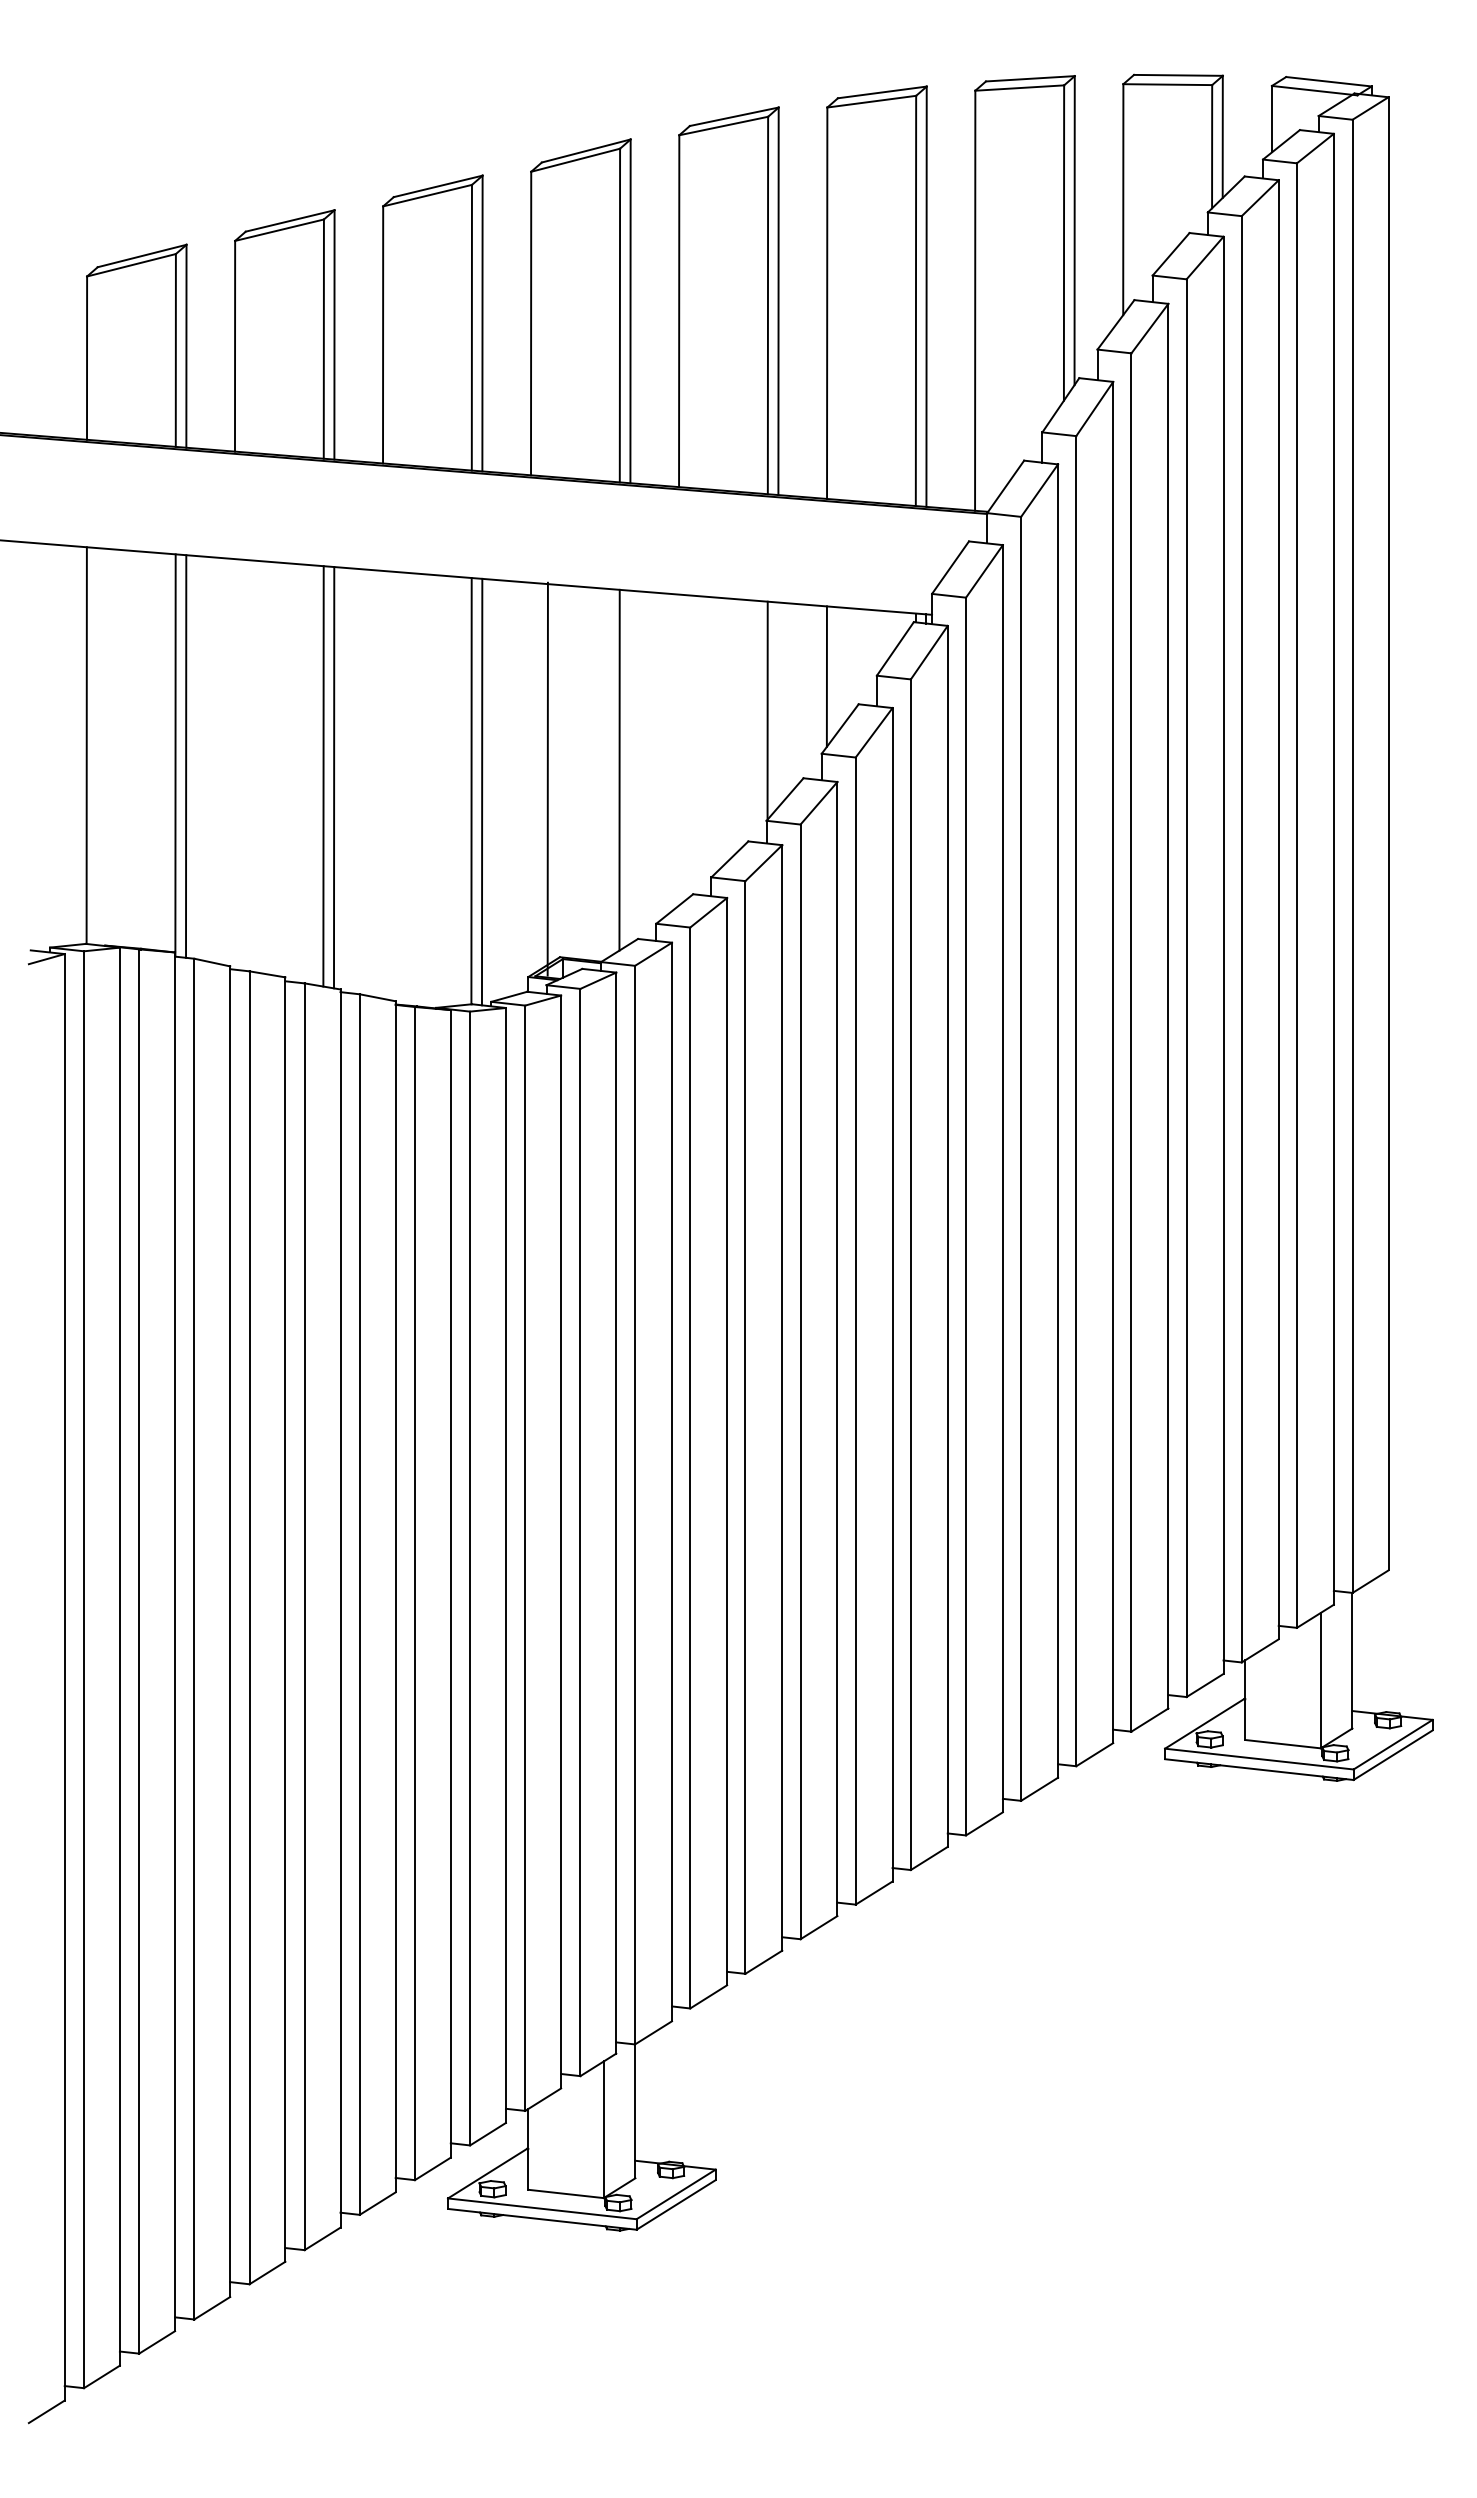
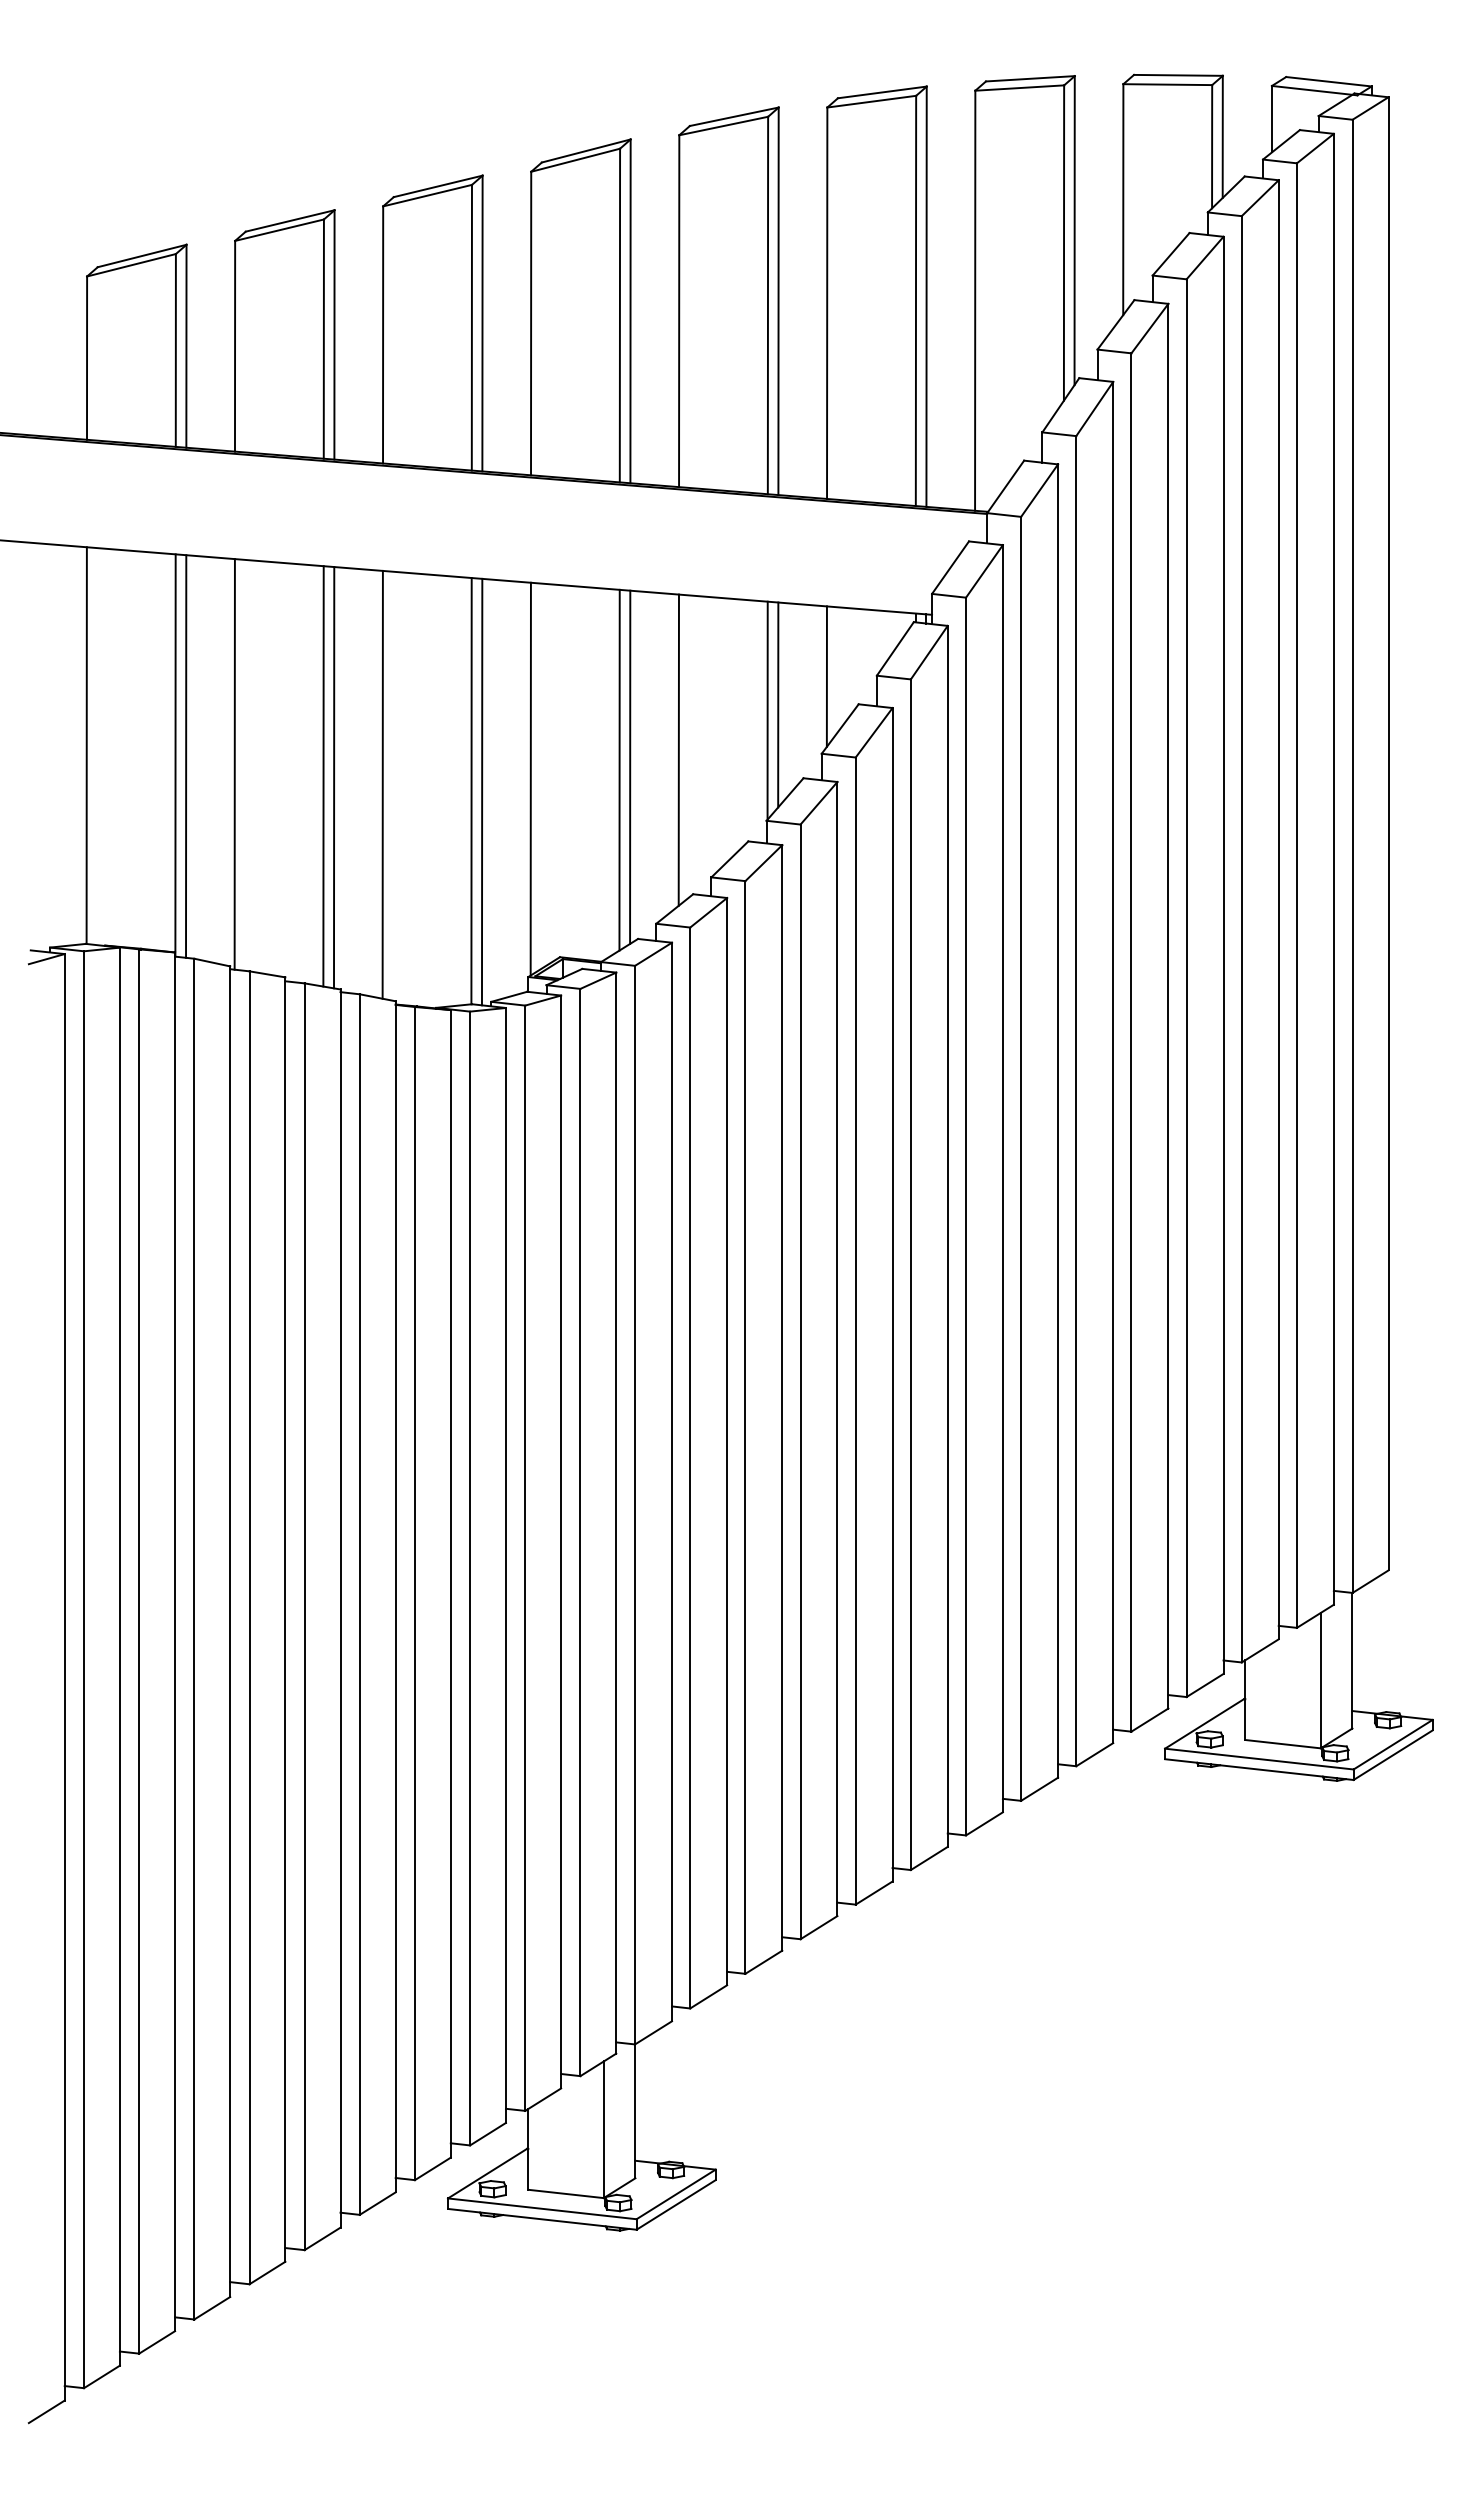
line at (778, 704): none -> present
line at (678, 749): none -> present
line at (234, 764): none -> present
line at (630, 766): none -> present
line at (547, 778) position: (547, 778) -> (530, 778)
line at (382, 784): none -> present
